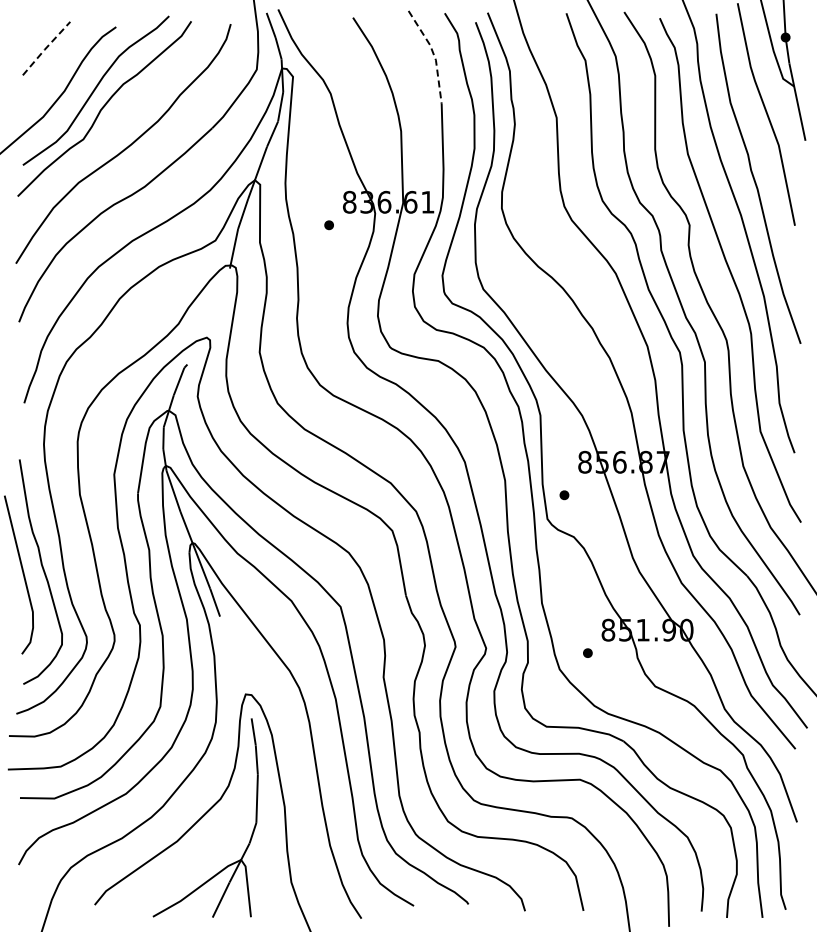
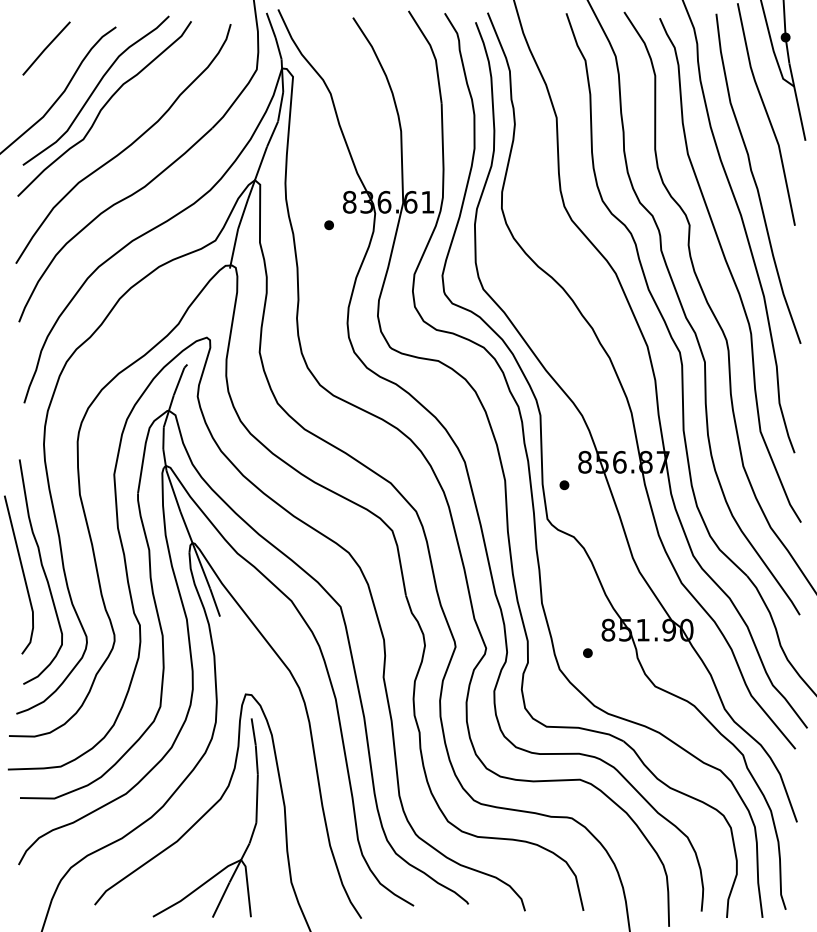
line at (45, 48): dashed -> solid
line at (433, 54): dashed -> solid
part at (564, 495) position: (564, 495) -> (564, 485)
